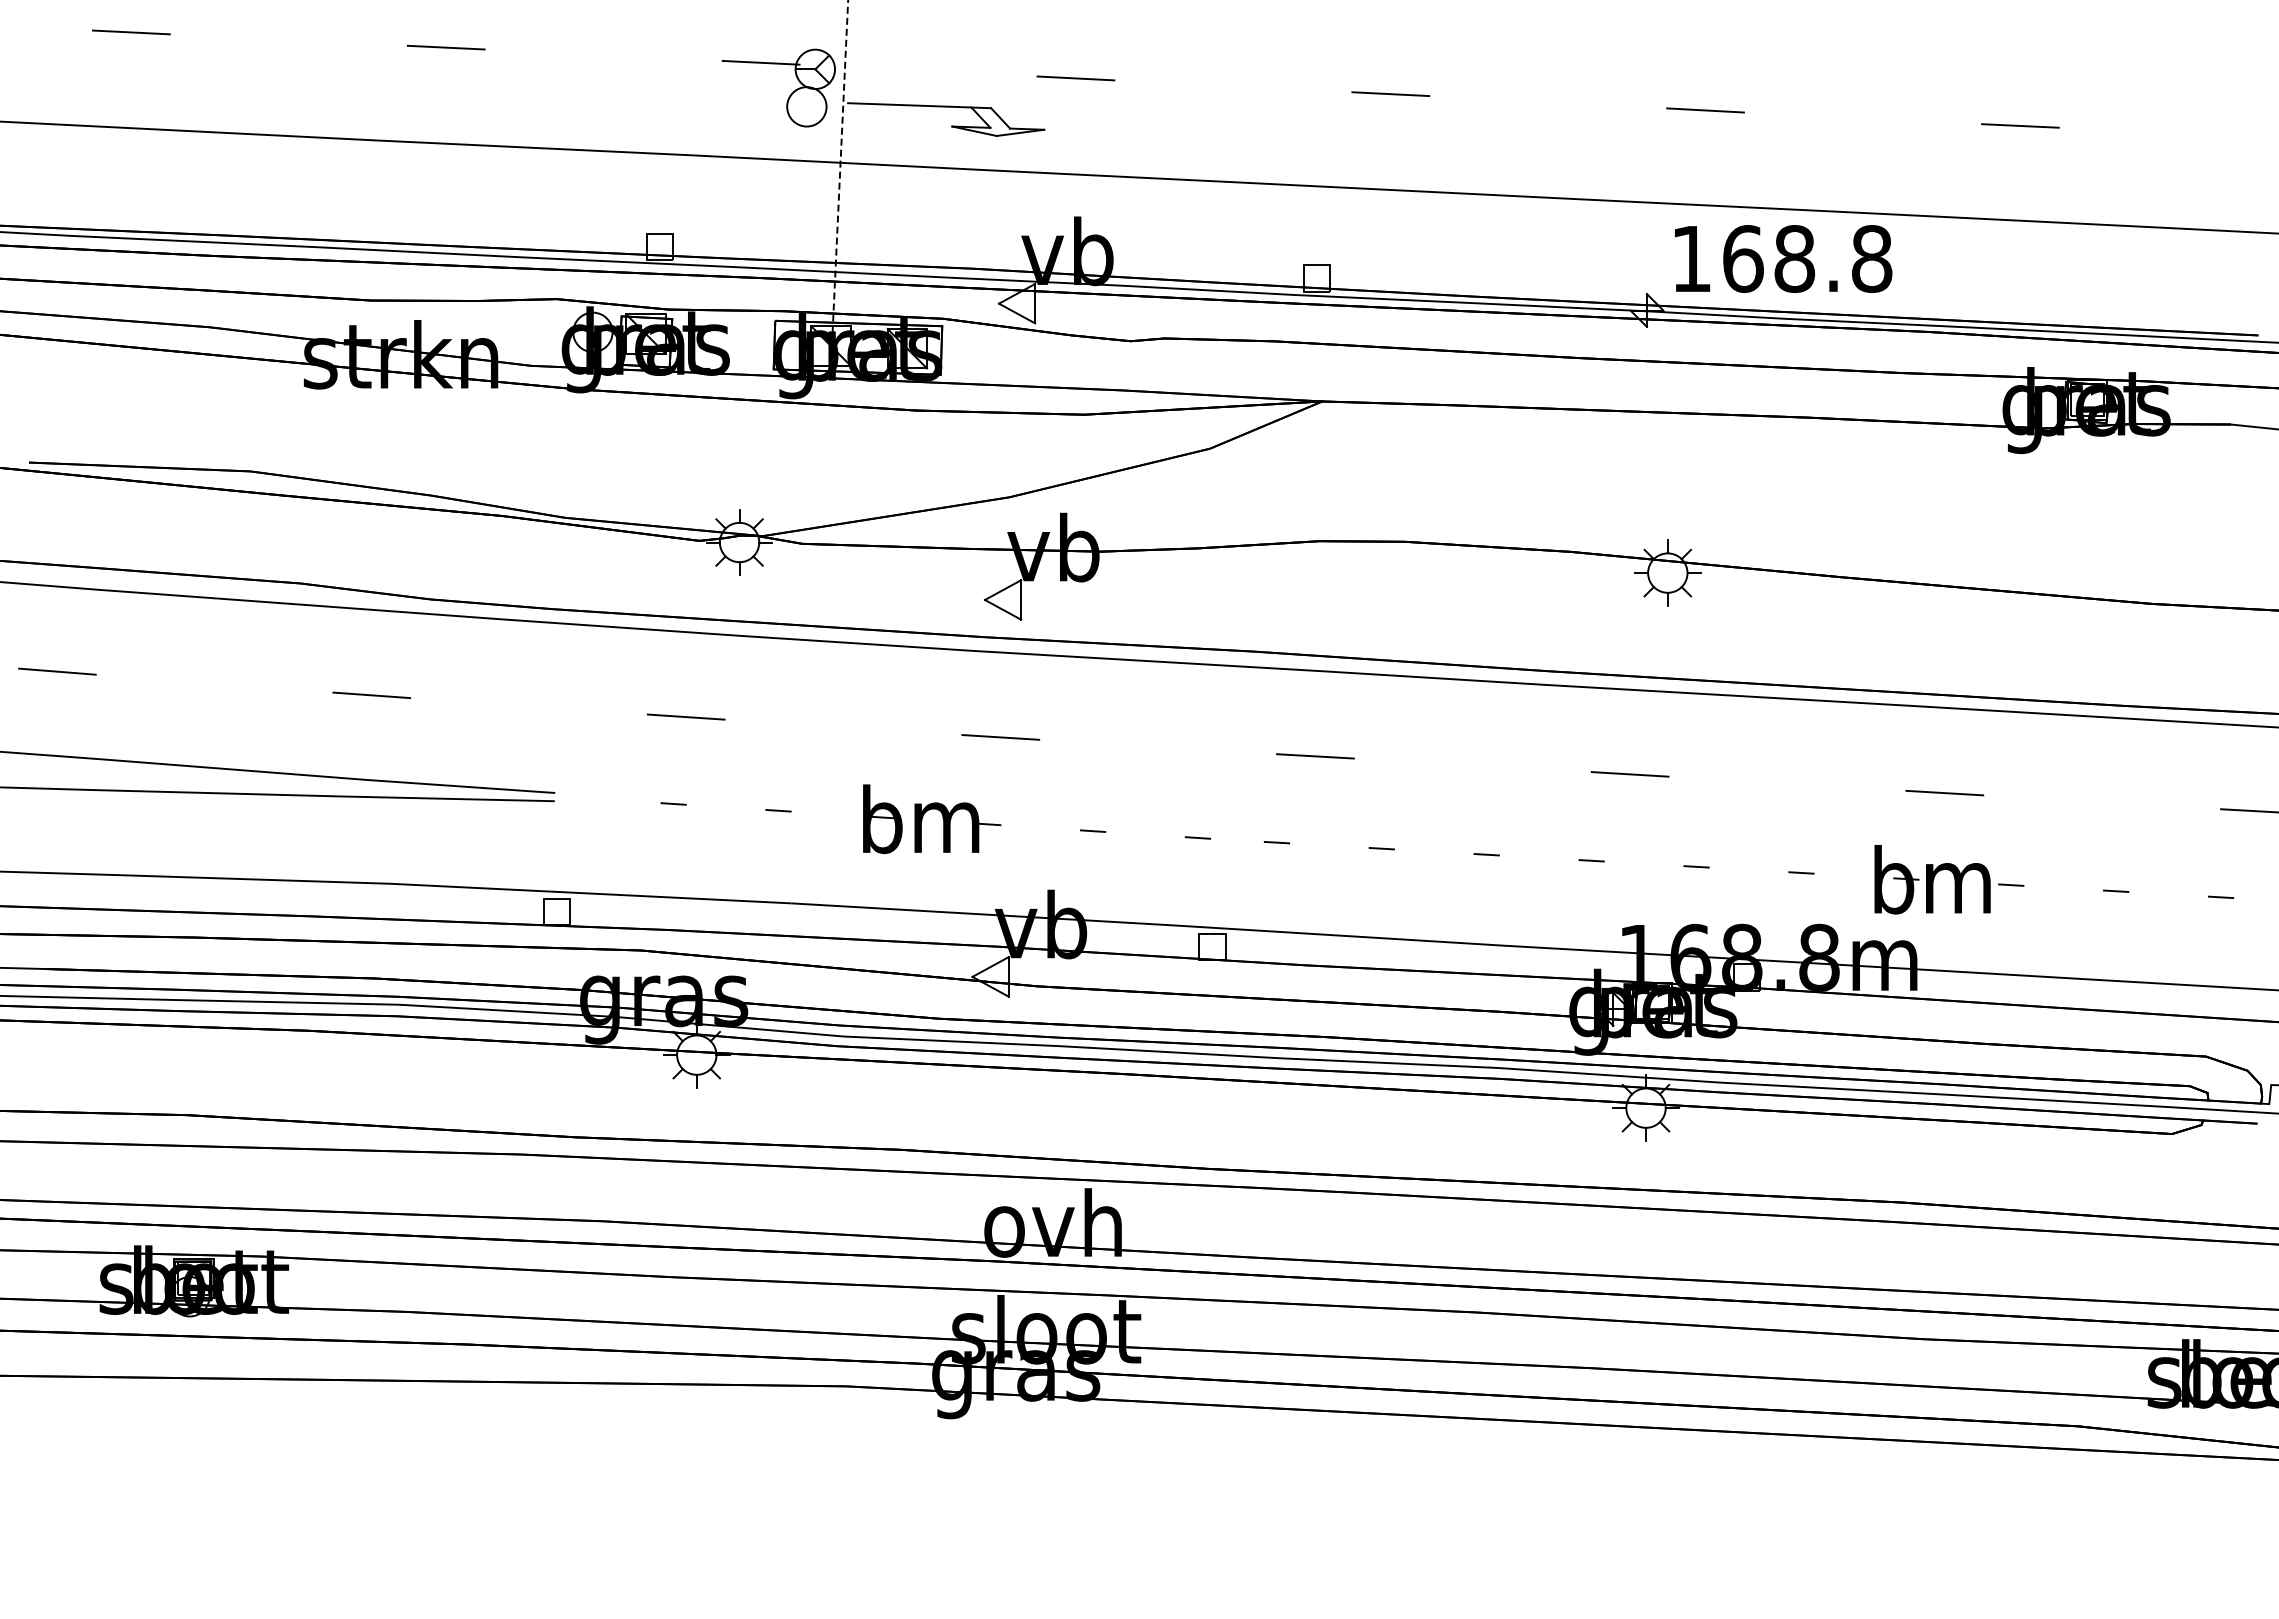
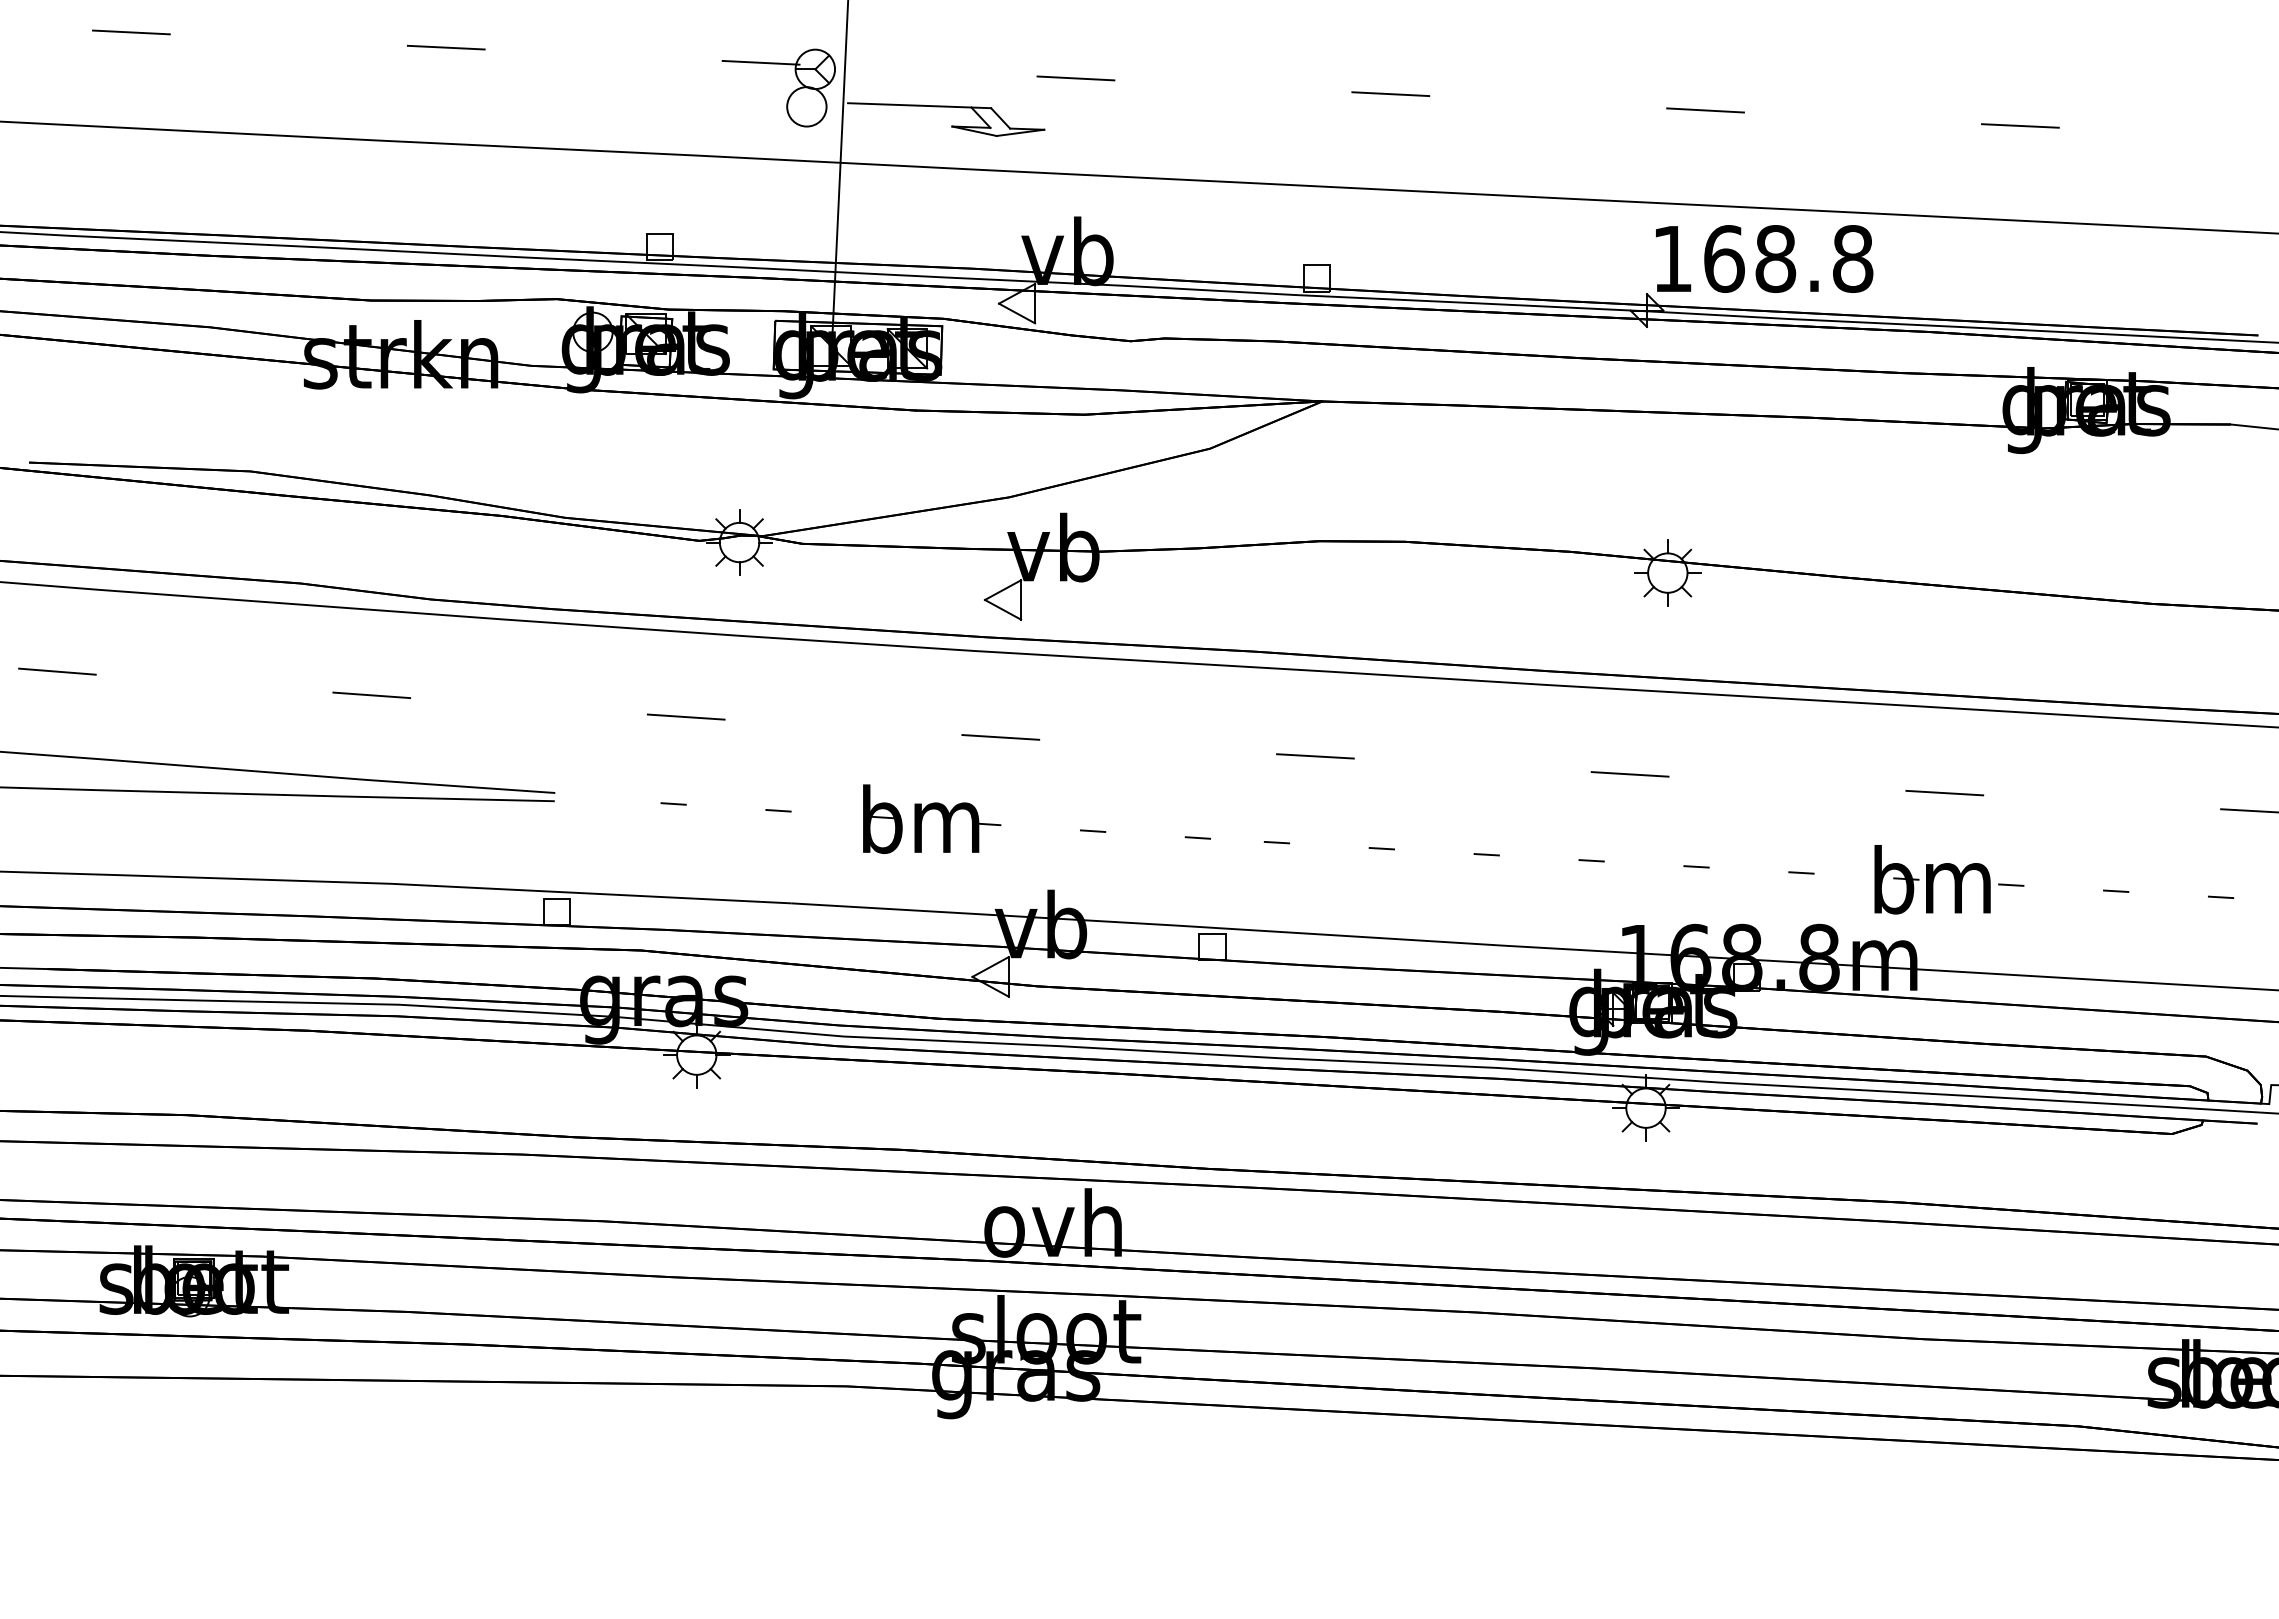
line at (840, 168): dashed -> solid
text at (1783, 258) position: (1783, 258) -> (1764, 258)
